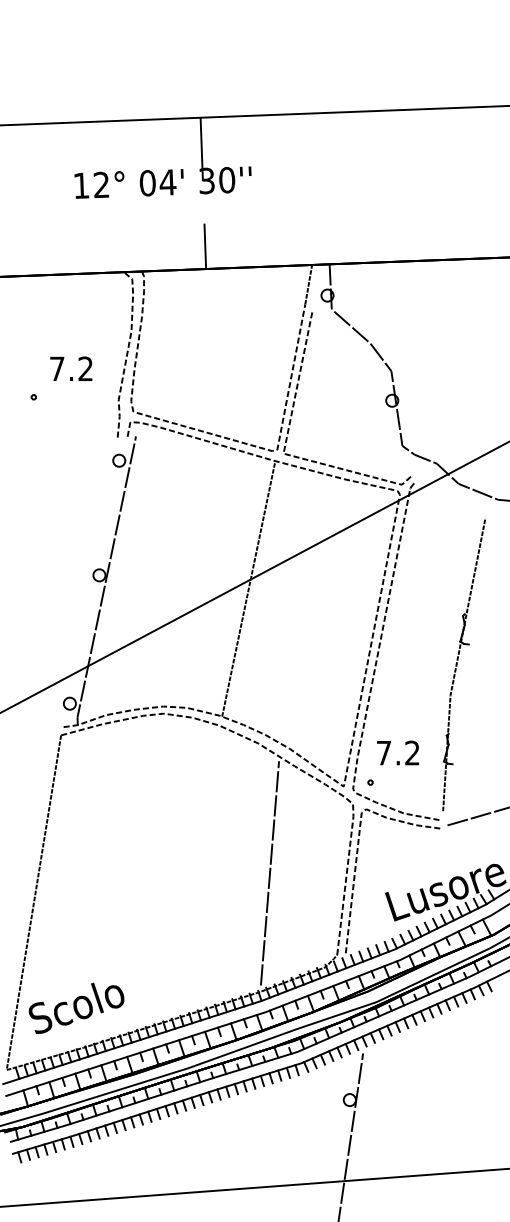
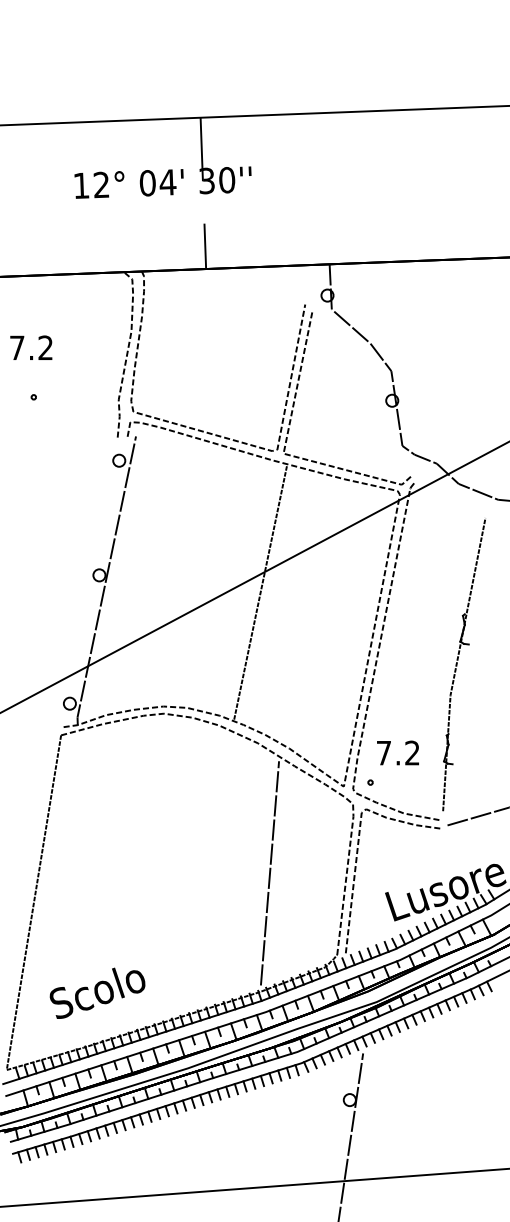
line at (308, 284): present -> none
text at (71, 368) position: (71, 368) -> (31, 347)
line at (248, 588) position: (248, 588) -> (260, 591)
text at (76, 1007) position: (76, 1007) -> (97, 992)
